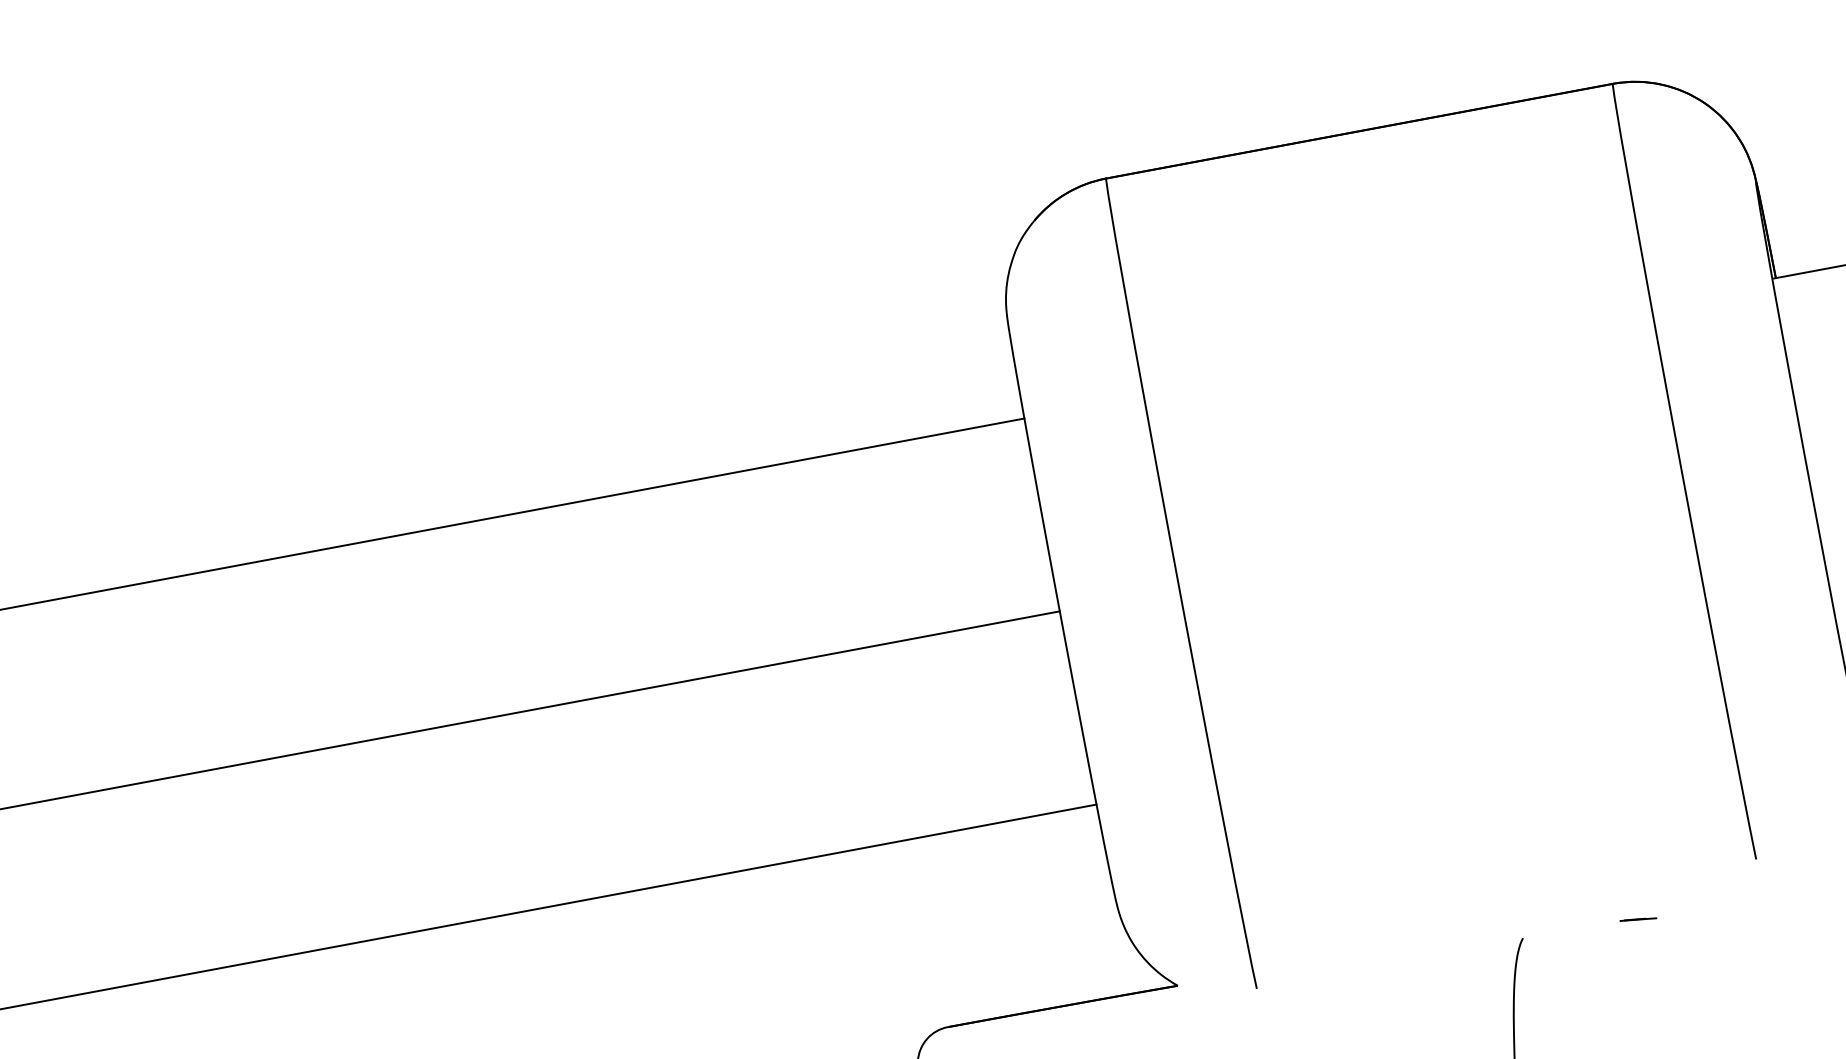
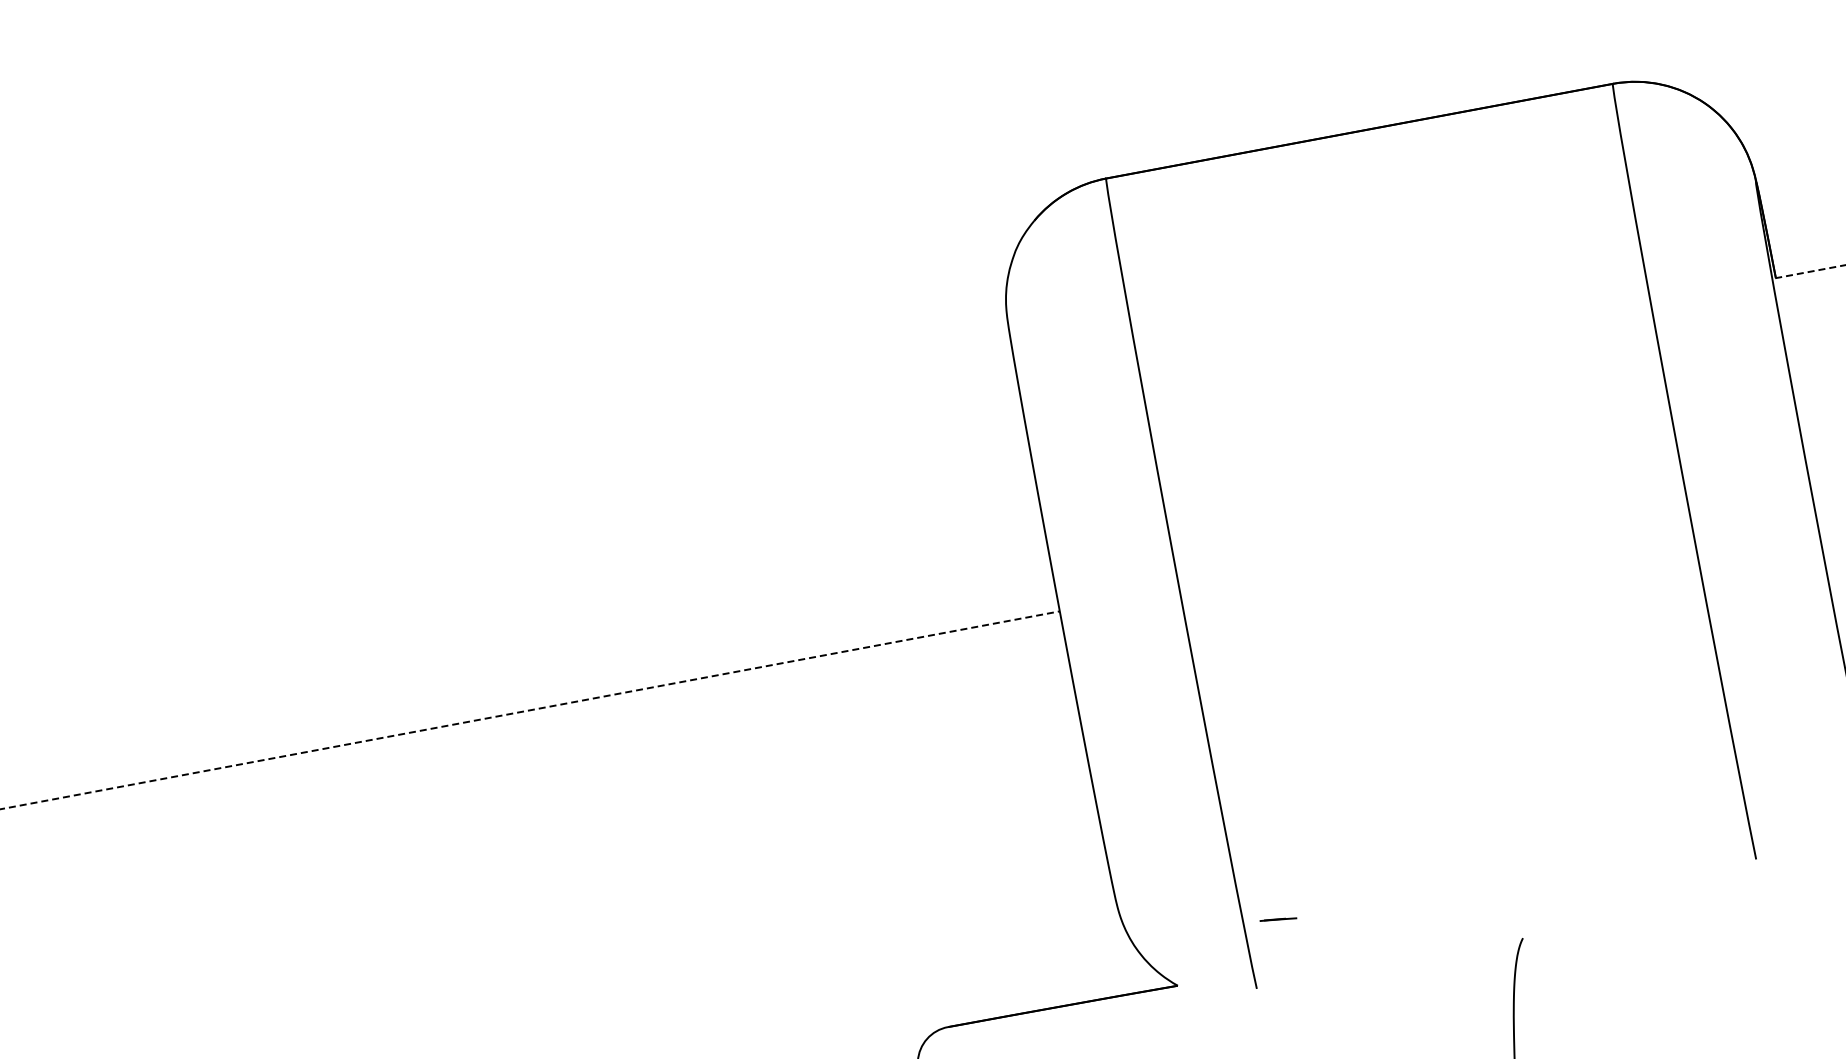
line at (1809, 271): solid -> dashed
line at (513, 513): present -> none
line at (530, 710): solid -> dashed
line at (549, 906): present -> none
line at (1638, 919) position: (1638, 919) -> (1278, 919)
